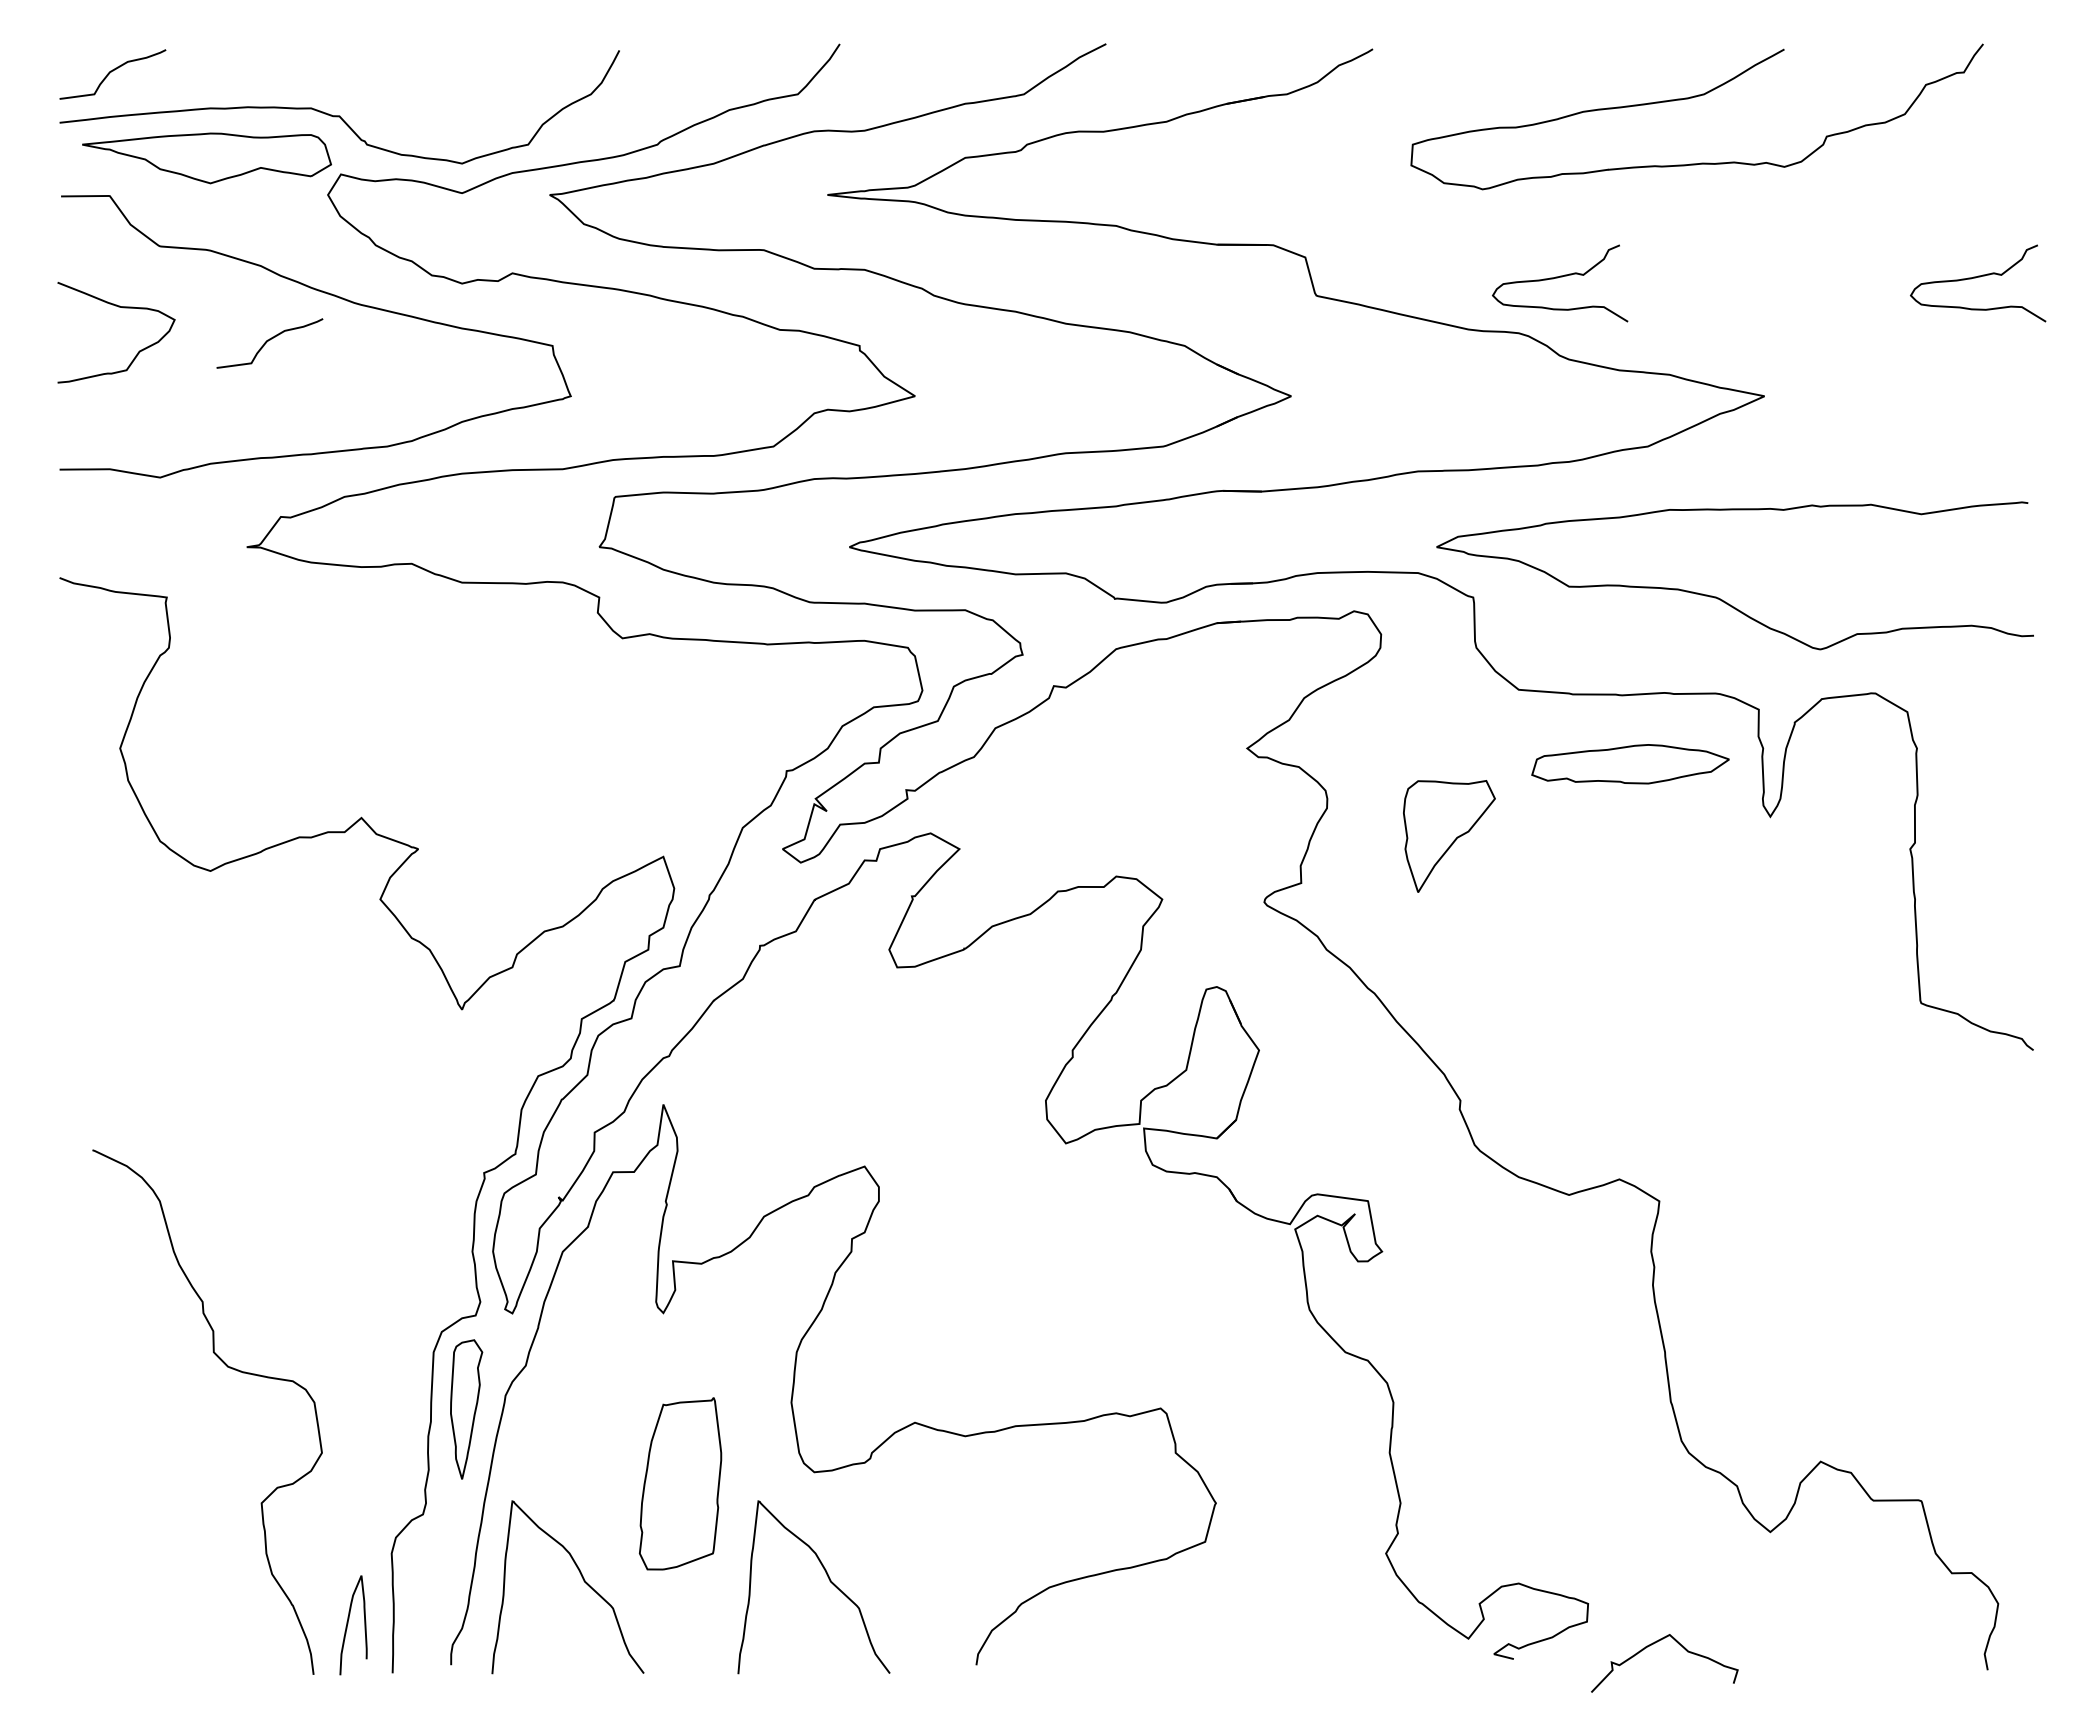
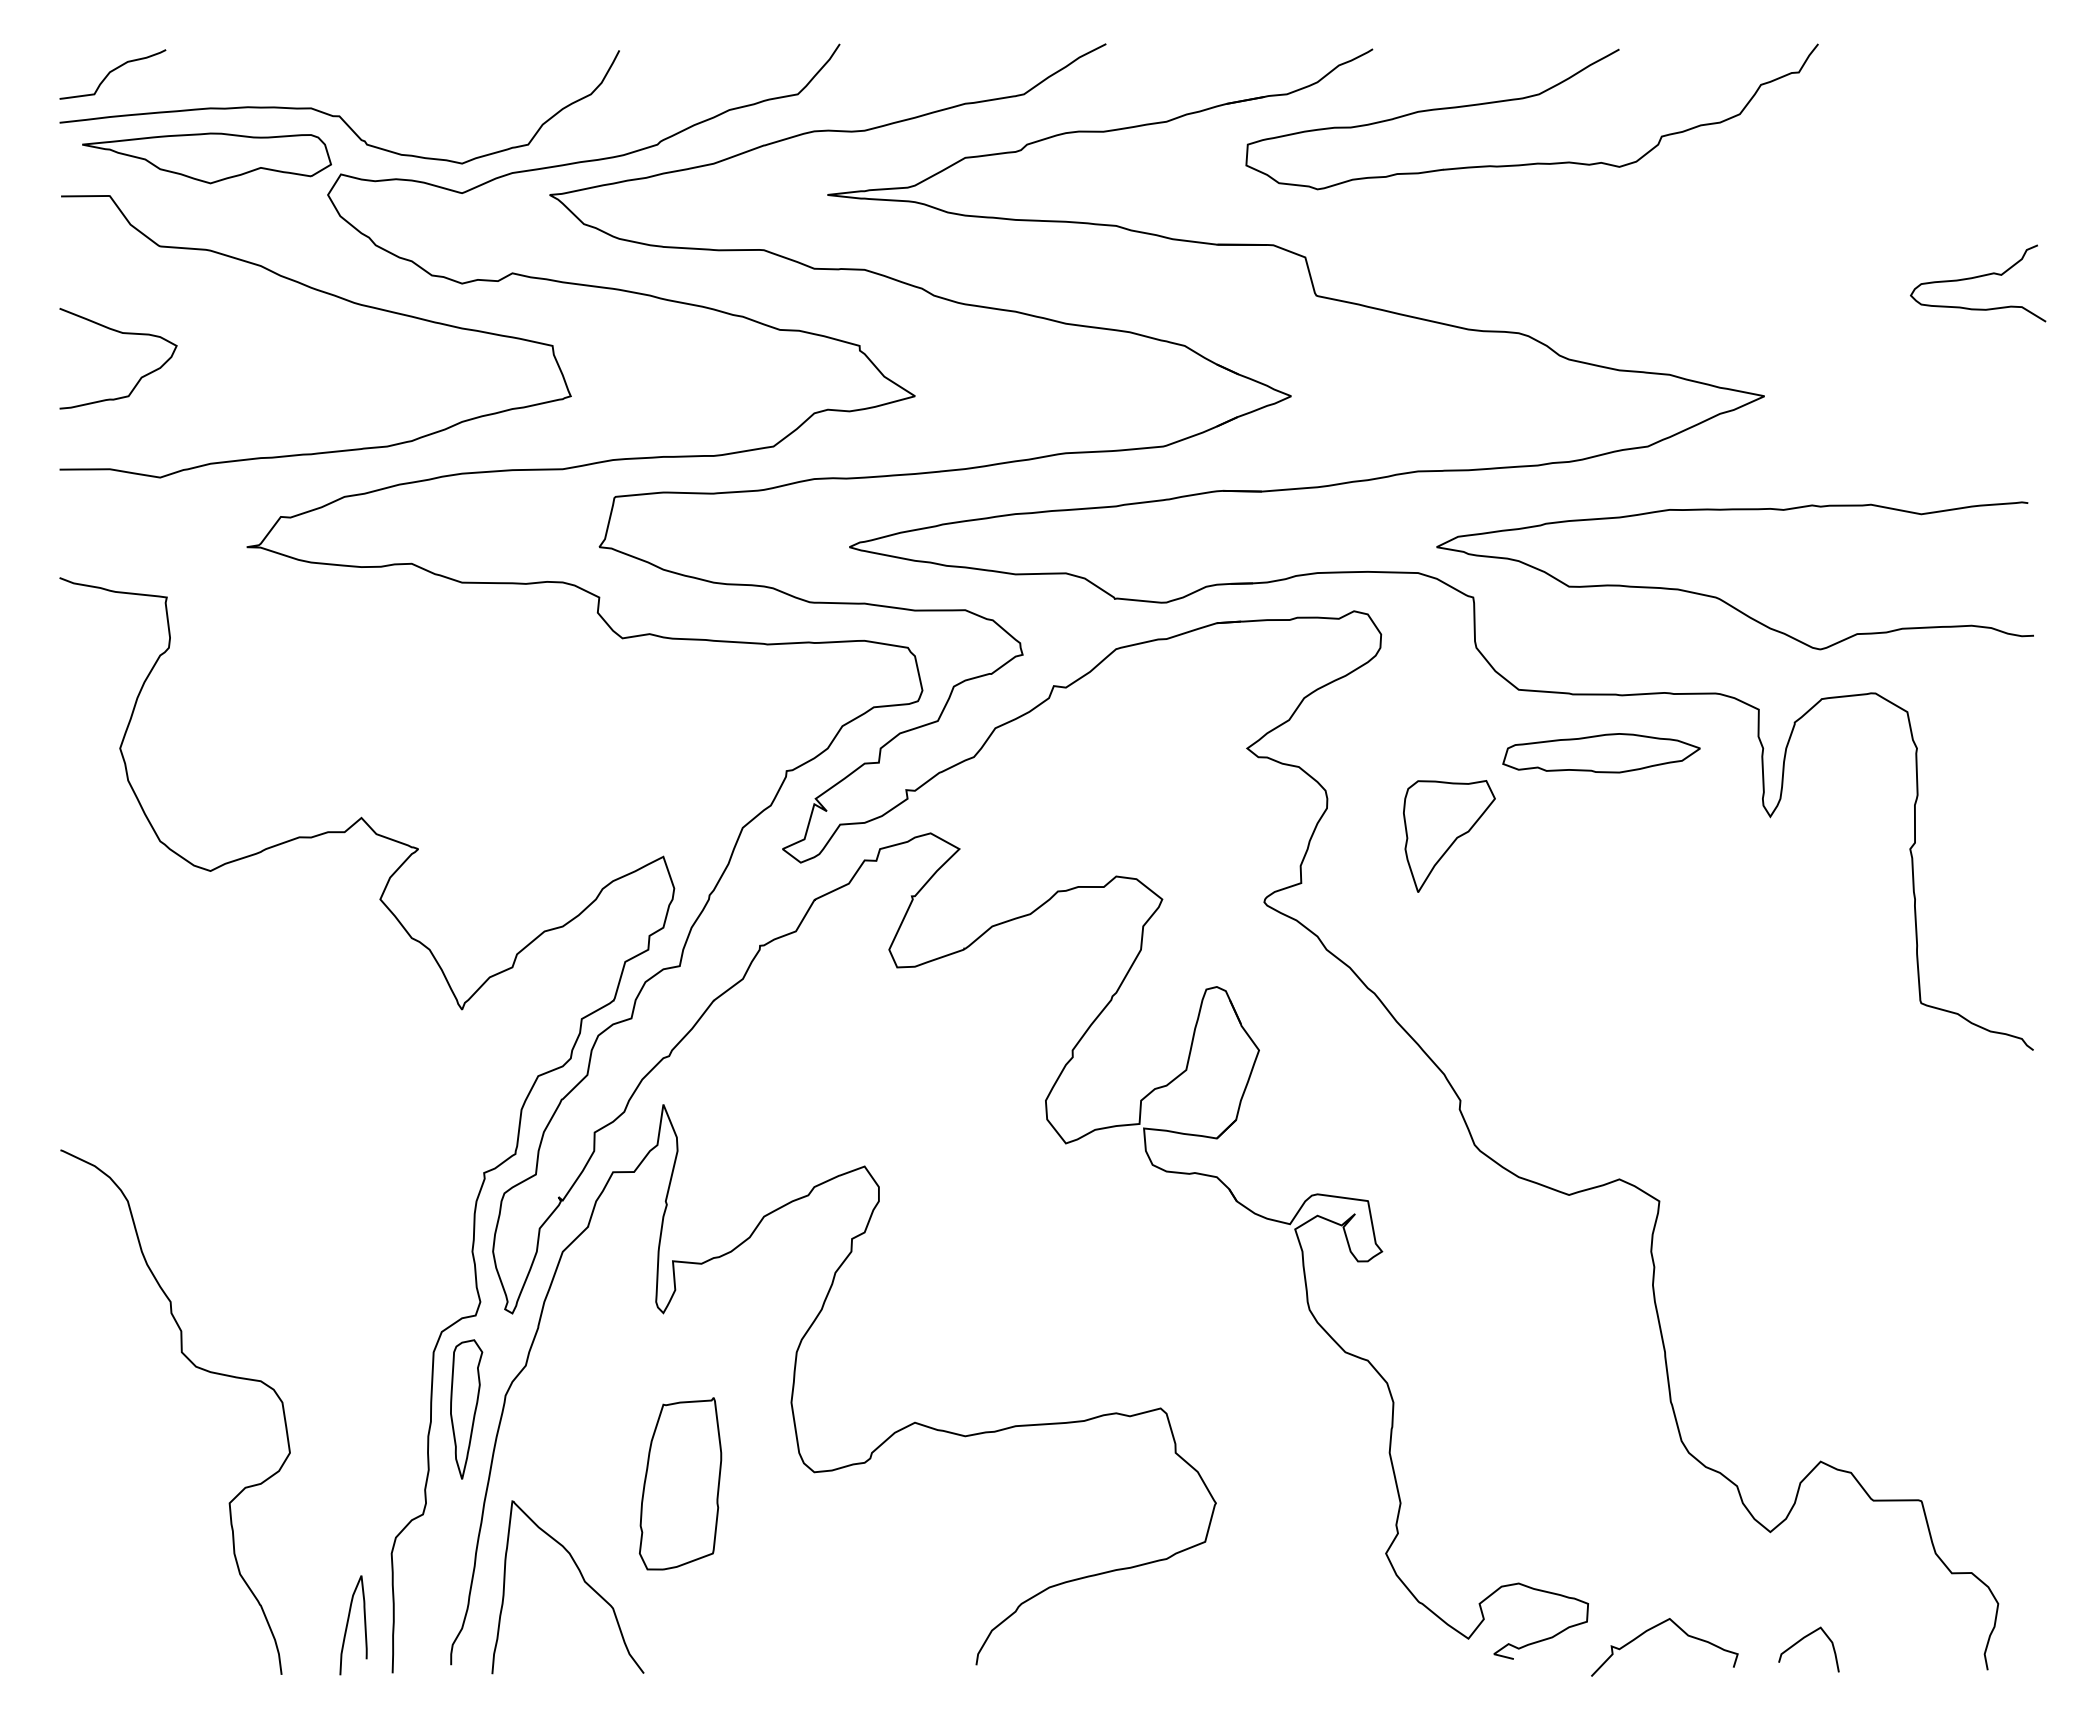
curve at (1692, 98) position: (1692, 98) -> (1527, 98)
curve at (1557, 278): present -> none
curve at (123, 308) position: (123, 308) -> (125, 334)
curve at (268, 341): present -> none
part at (1630, 764) position: (1630, 764) -> (1601, 753)
curve at (229, 1368) position: (229, 1368) -> (197, 1368)
curve at (828, 1579): present -> none
curve at (1803, 1639): none -> present
curve at (1655, 1643) position: (1655, 1643) -> (1655, 1627)
